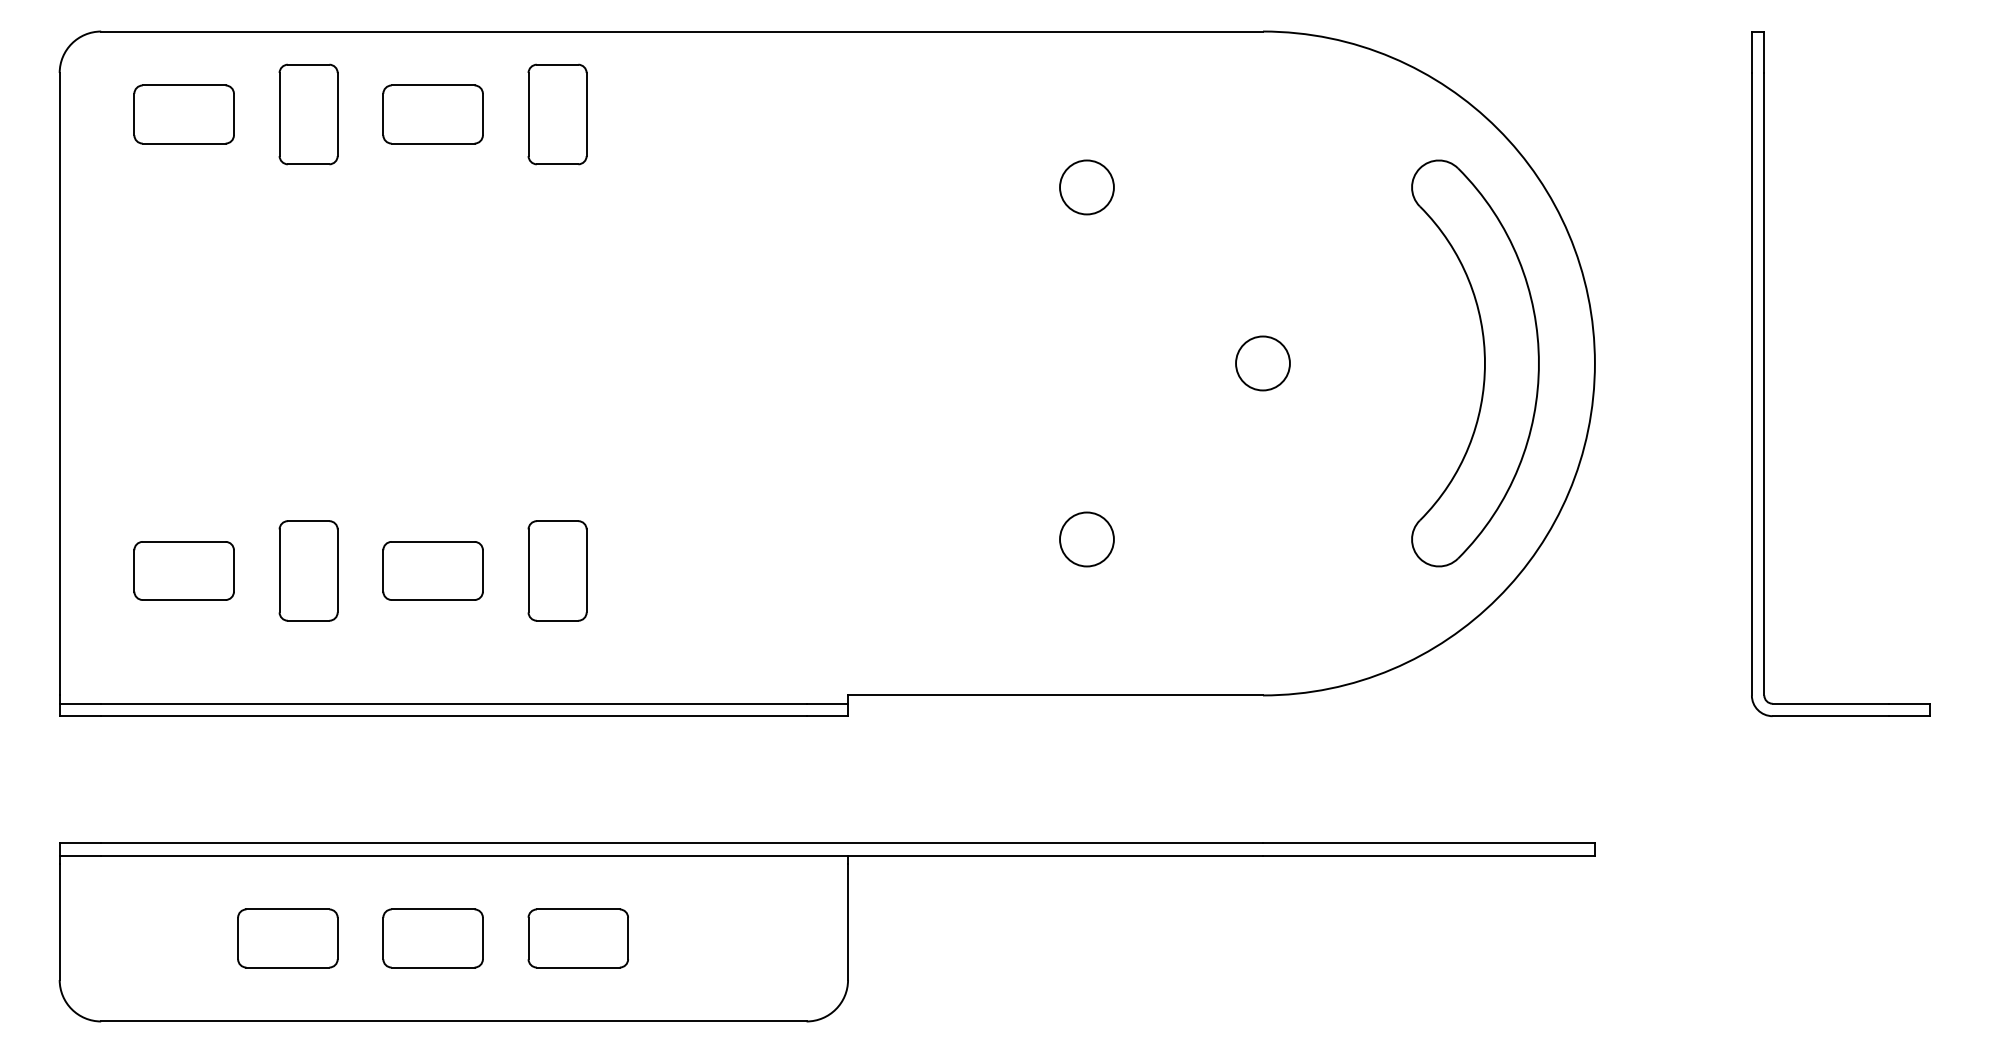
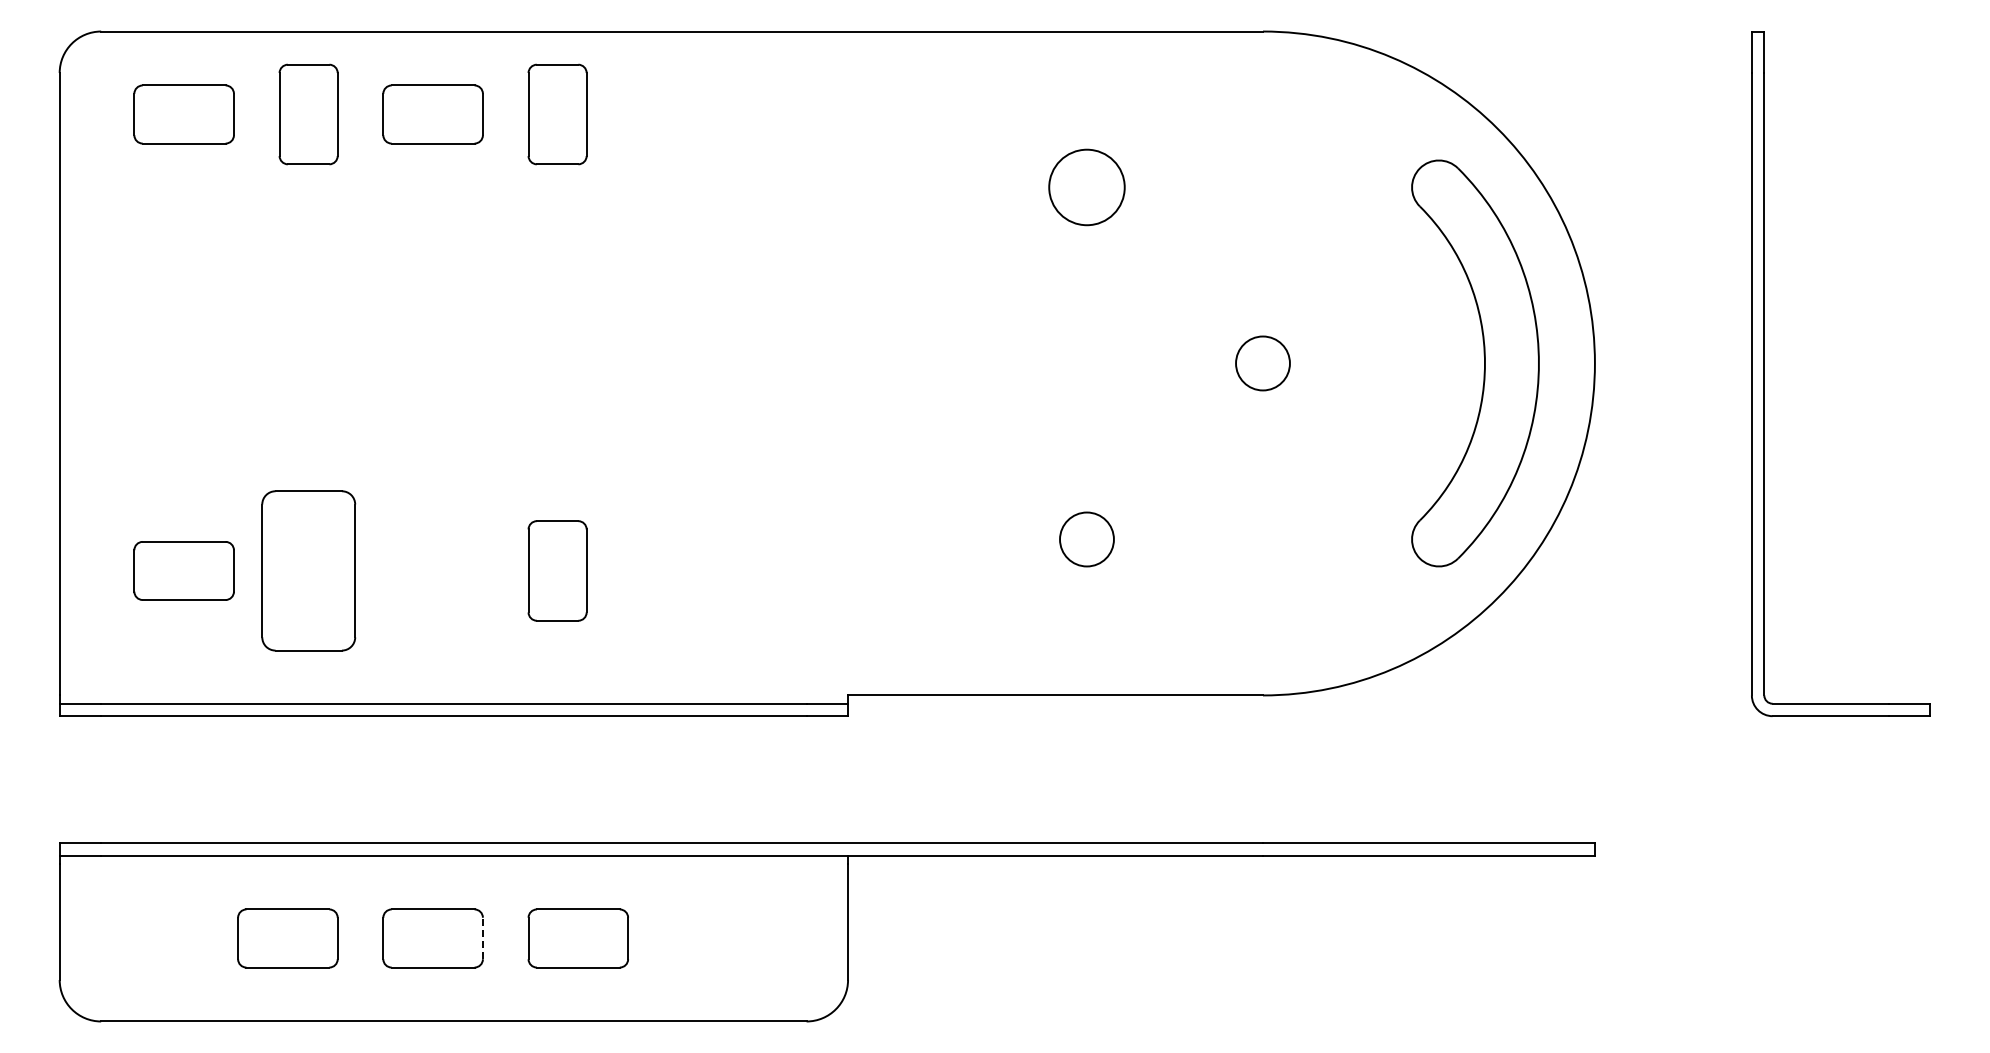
circle at (1086, 187) diameter: 54 px -> 76 px
part at (308, 570) size: 61x102 px -> 96x162 px
part at (432, 570): present -> none
line at (482, 938): solid -> dashed
